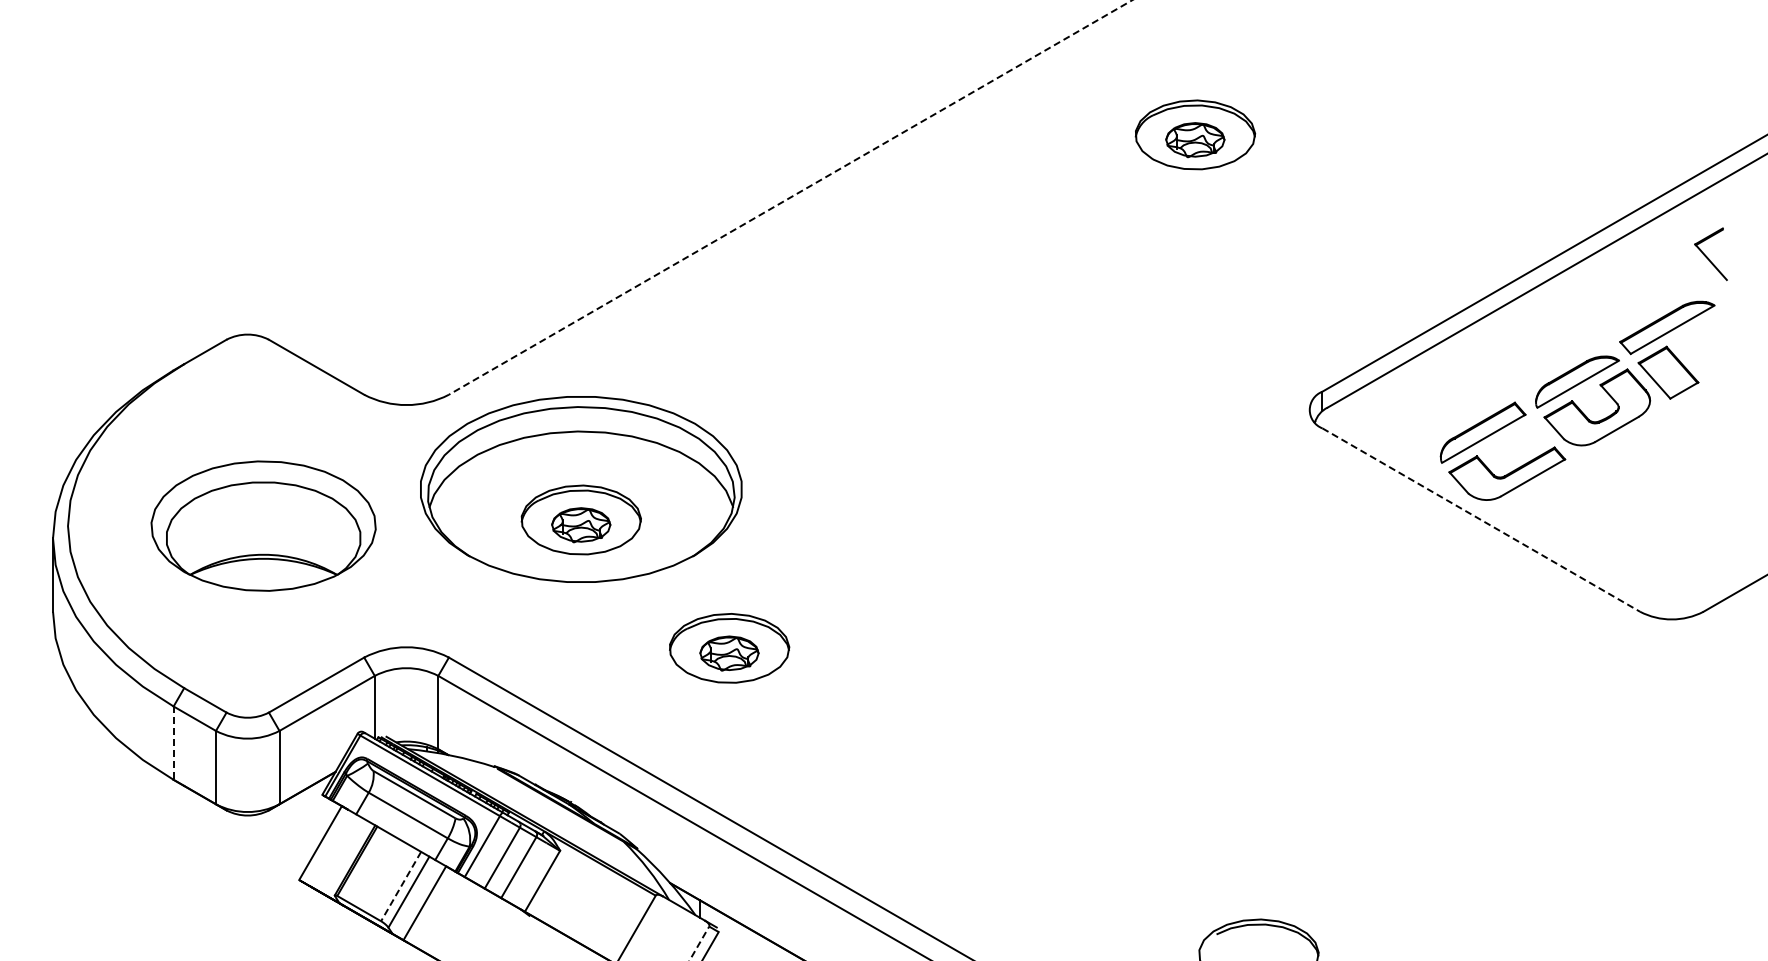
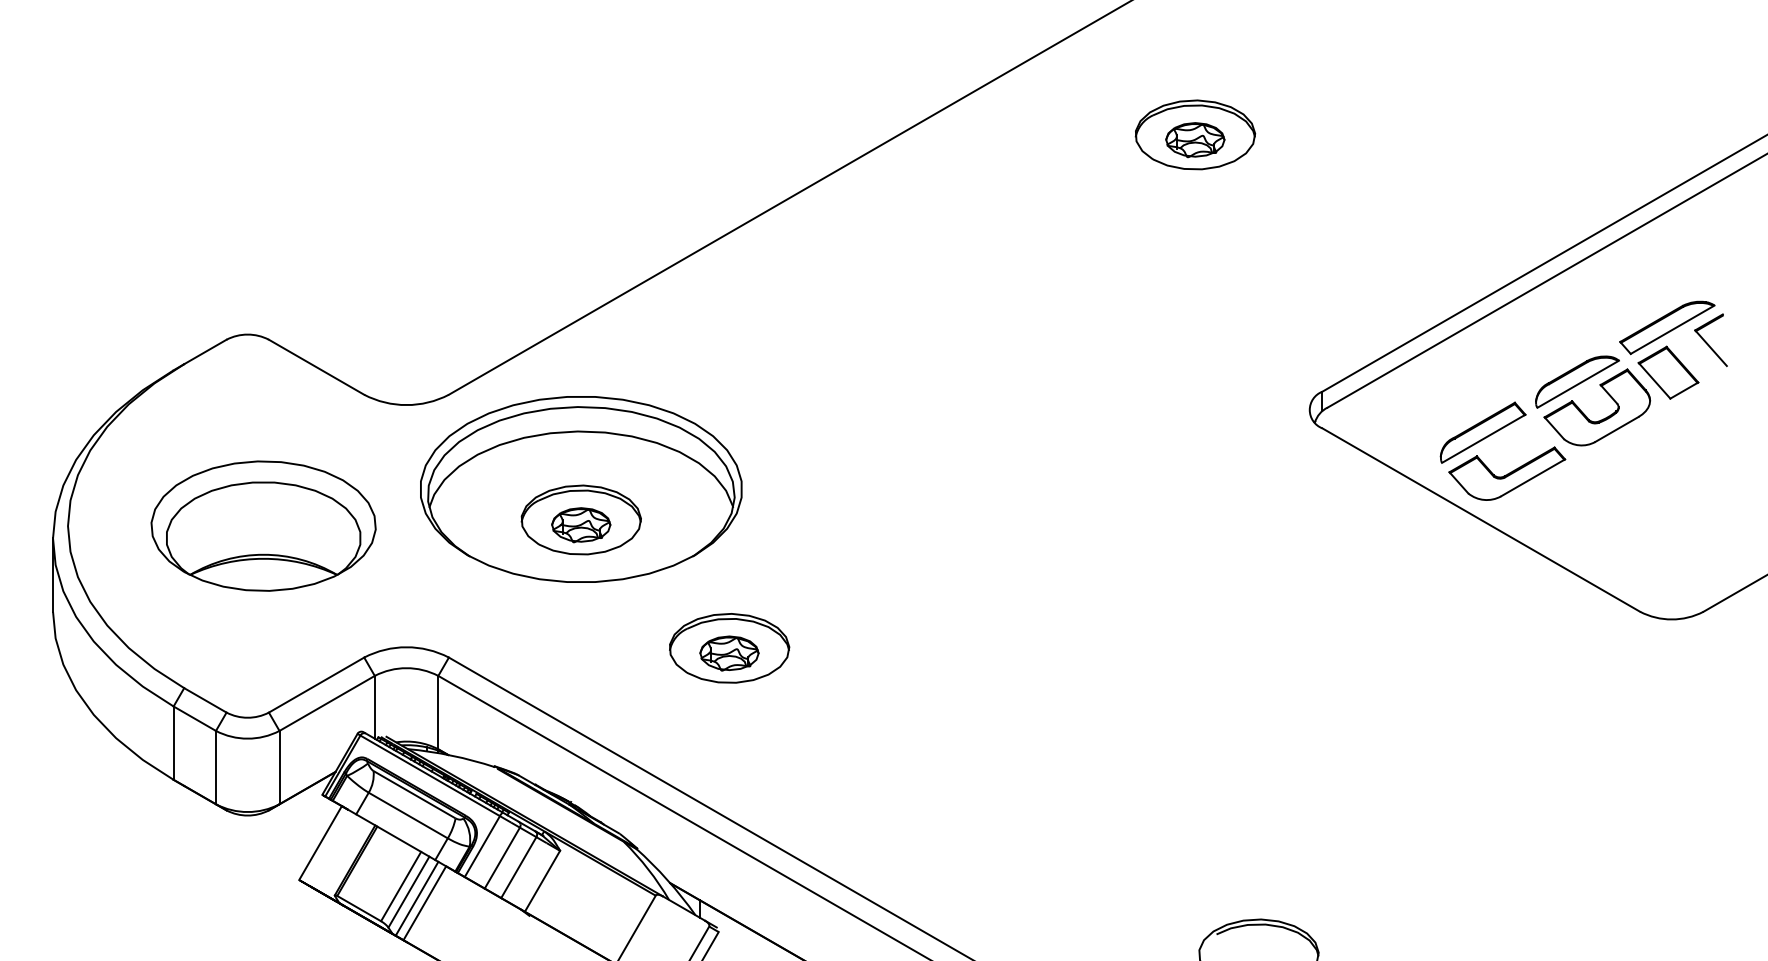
line at (790, 197): dashed -> solid
part at (1710, 253) position: (1710, 253) -> (1710, 339)
line at (1481, 520): dashed -> solid
line at (173, 743): dashed -> solid
line at (400, 887): dashed -> solid
line at (416, 898): none -> present
line at (699, 943): dashed -> solid
